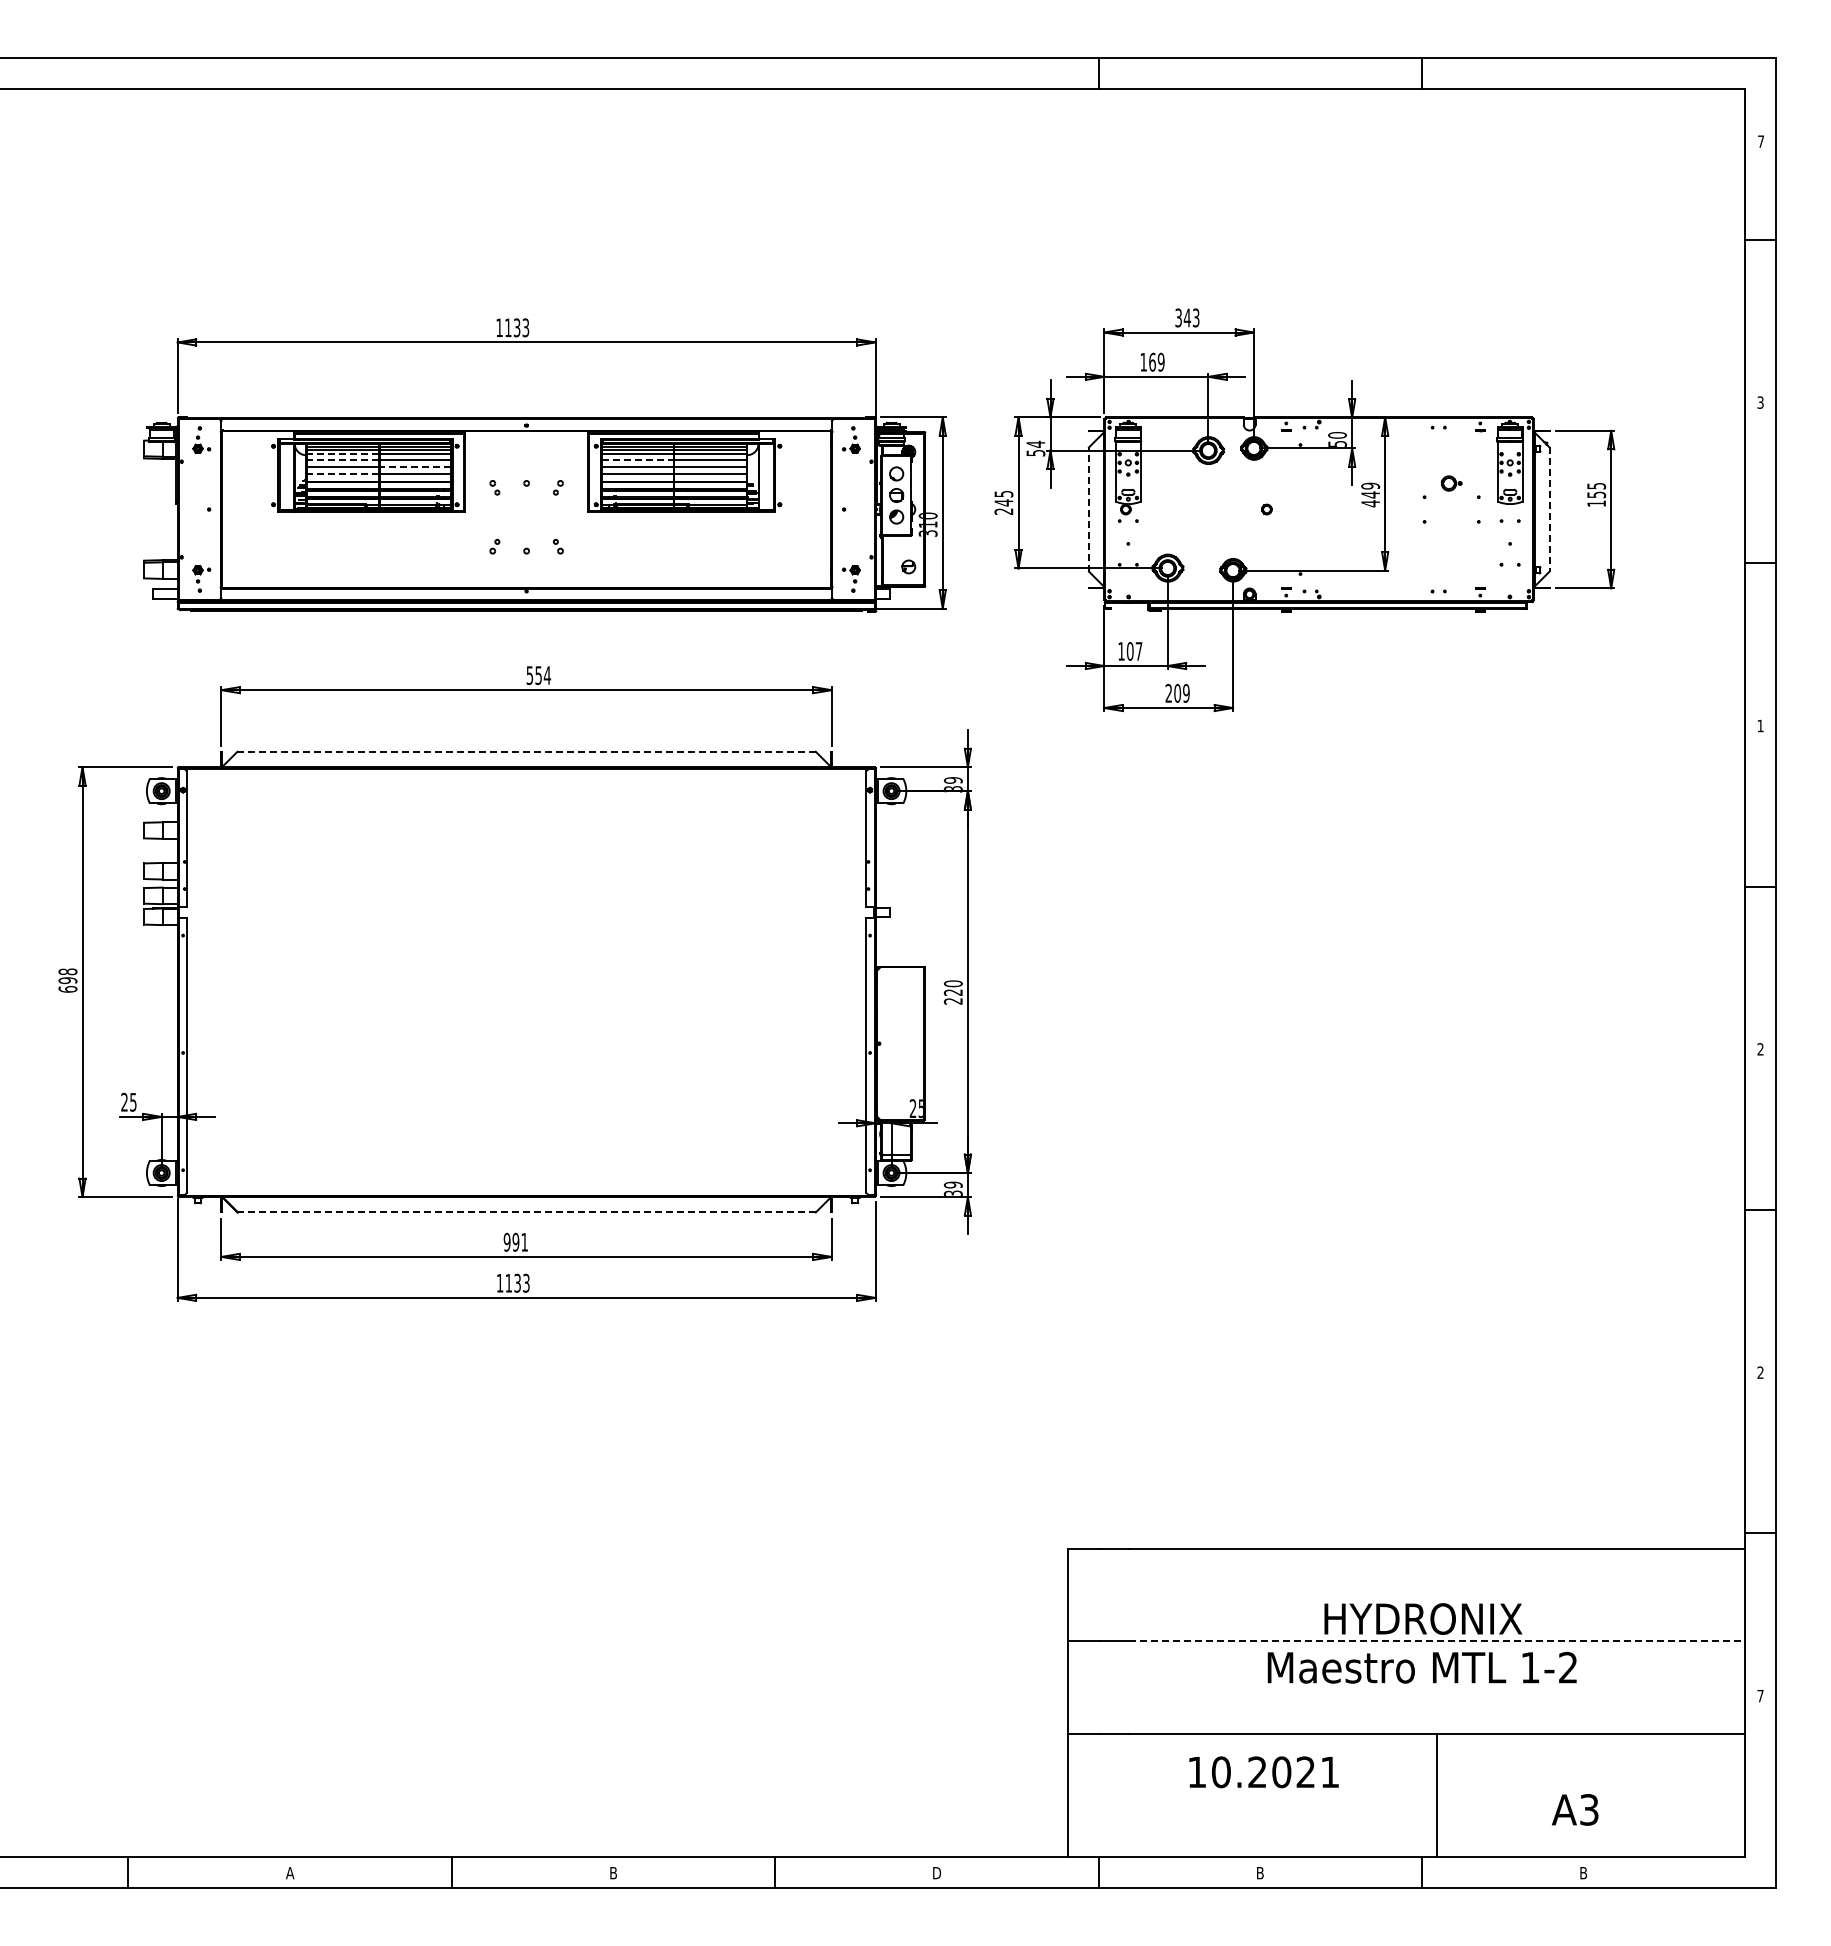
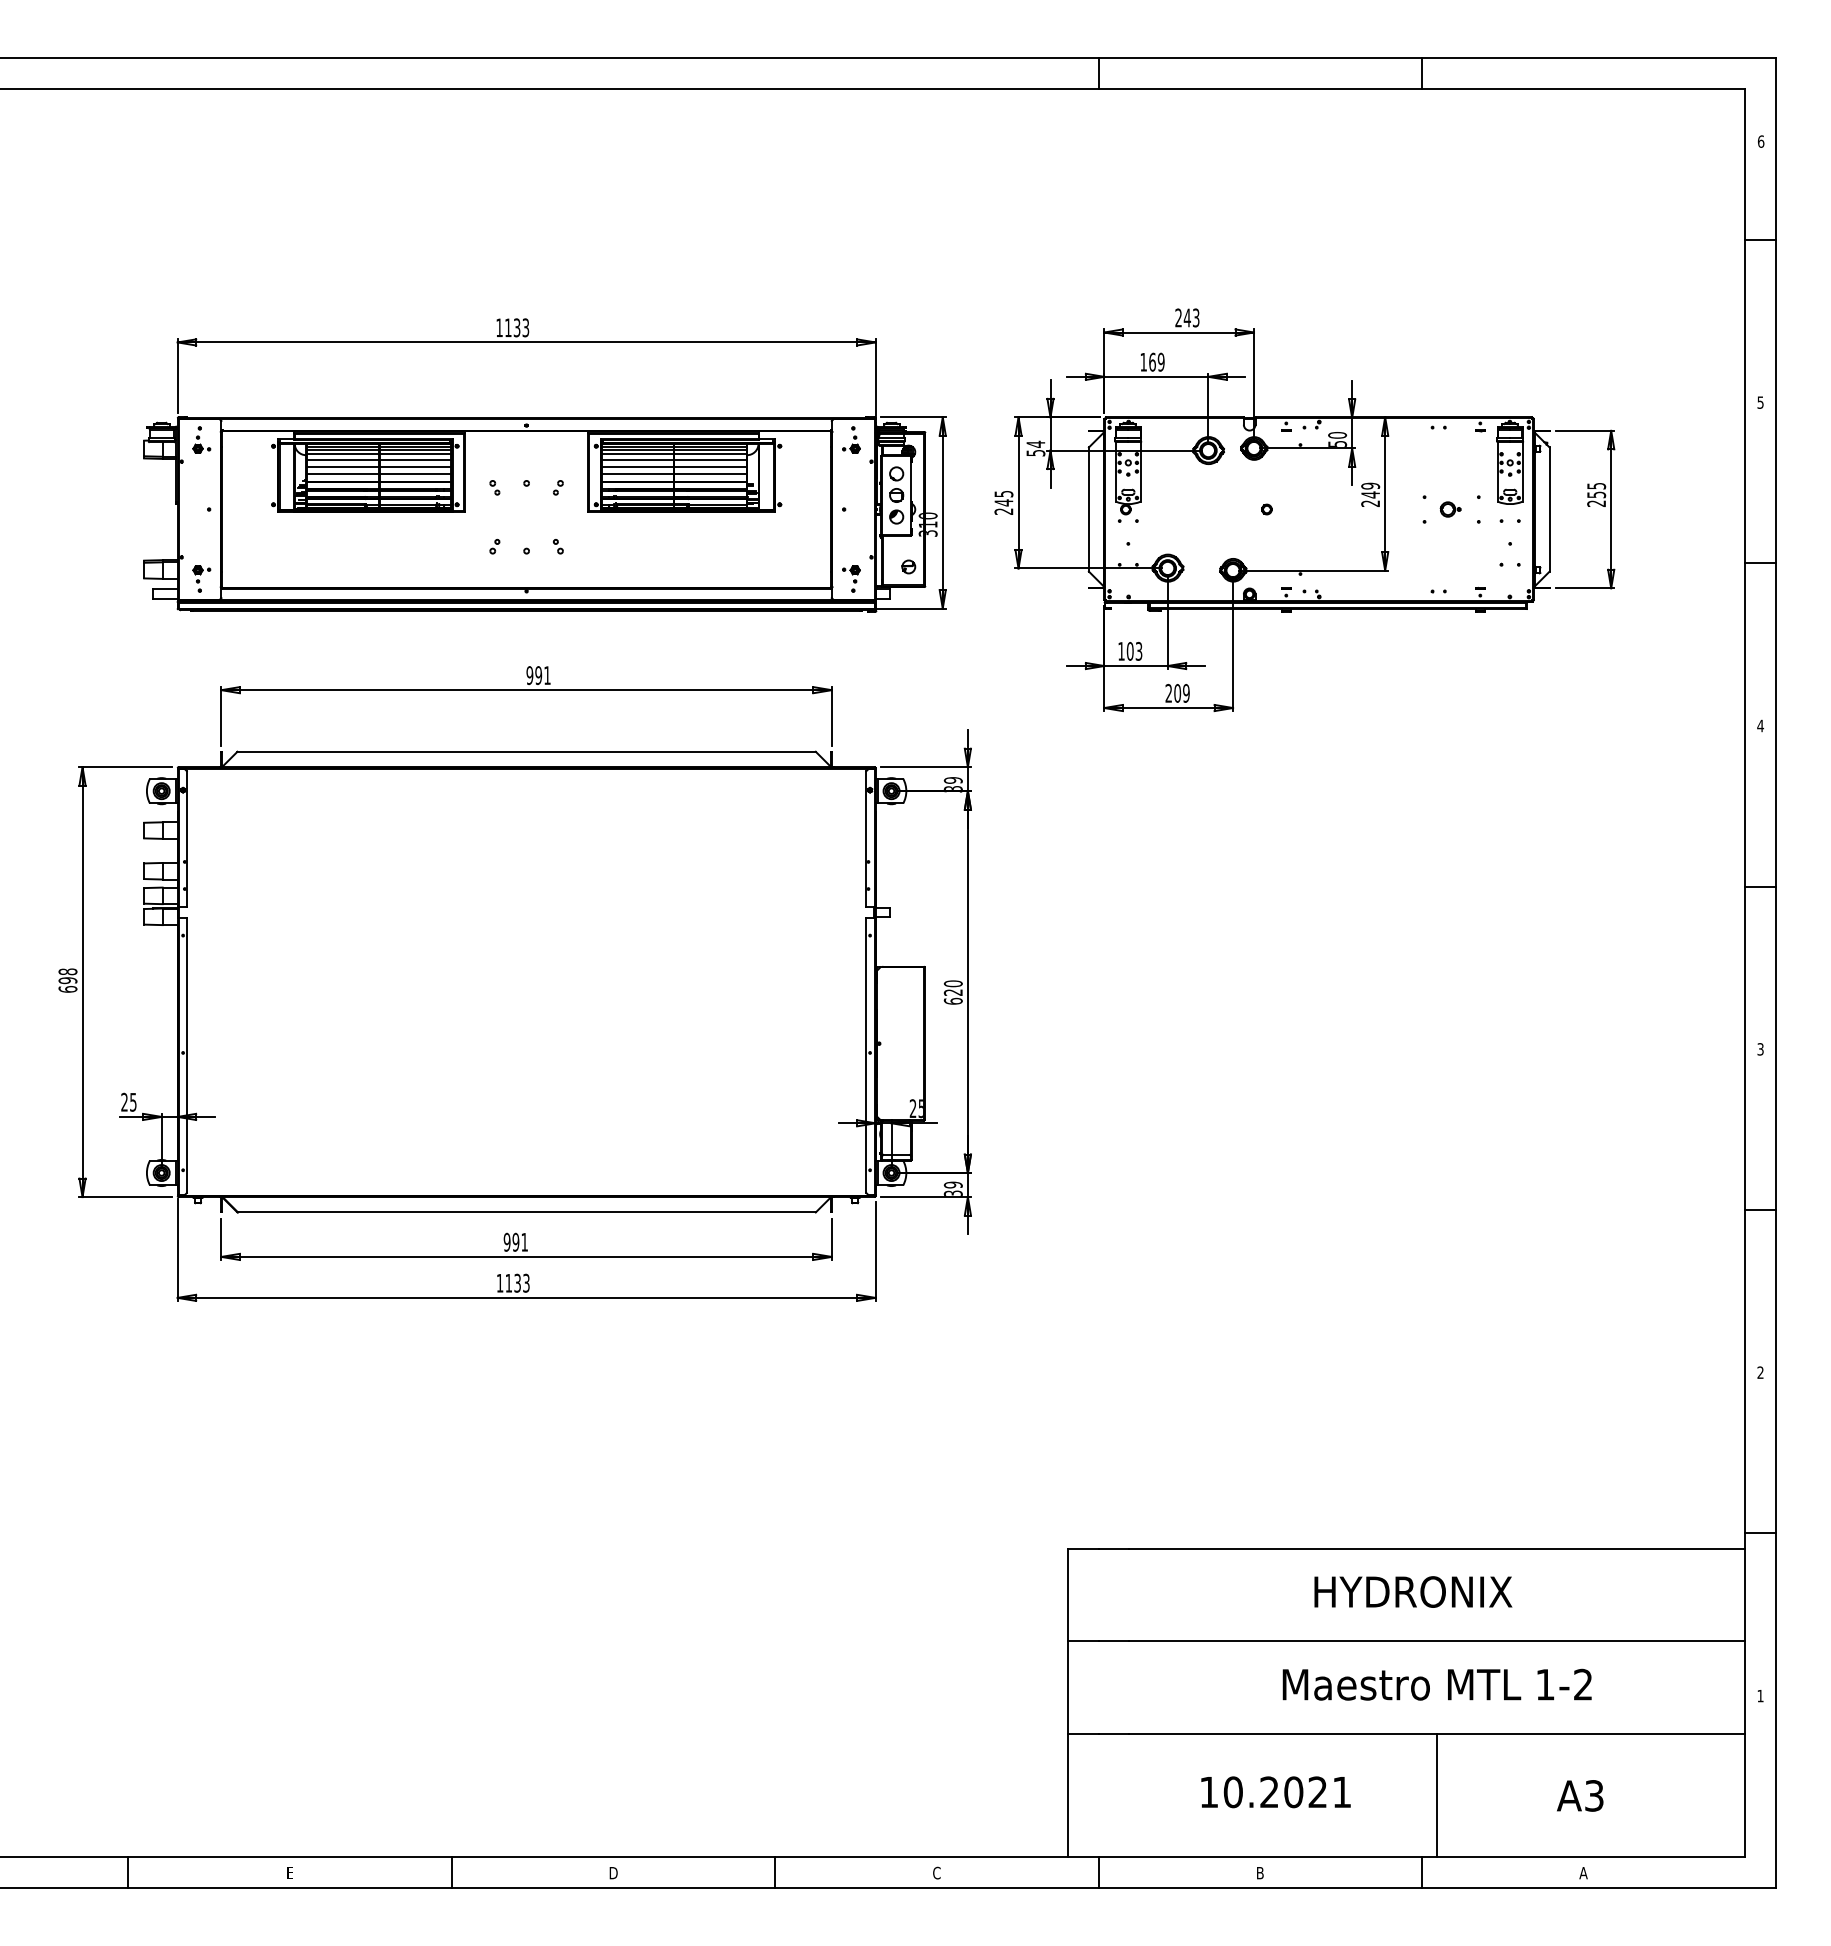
text at (1760, 141): 7 -> 6
text at (1178, 317): 343 -> 243
text at (1760, 402): 3 -> 5
line at (342, 454): dashed -> solid
line at (342, 460): dashed -> solid
line at (637, 460): dashed -> solid
line at (415, 466): dashed -> solid
line at (342, 474): dashed -> solid
part at (1451, 483) position: (1451, 483) -> (1450, 509)
text at (1370, 503): 449 -> 249
text at (1596, 503): 155 -> 255
line at (1088, 509): dashed -> solid
line at (1549, 510): dashed -> solid
text at (1138, 650): 107 -> 103
text at (538, 675): 554 -> 991
text at (1760, 725): 1 -> 4
line at (527, 751): dashed -> solid
text at (952, 1000): 220 -> 620
text at (1760, 1049): 2 -> 3
line at (526, 1212): dashed -> solid
text at (1423, 1618) position: (1423, 1618) -> (1413, 1591)
line at (1437, 1641): dashed -> solid
text at (1421, 1667) position: (1421, 1667) -> (1436, 1684)
text at (1760, 1696): 7 -> 1
text at (1263, 1772) position: (1263, 1772) -> (1275, 1792)
text at (1575, 1809) position: (1575, 1809) -> (1580, 1795)
text at (937, 1872): D -> C
text at (290, 1873): A -> E
text at (613, 1873): B -> D
text at (1583, 1873): B -> A
